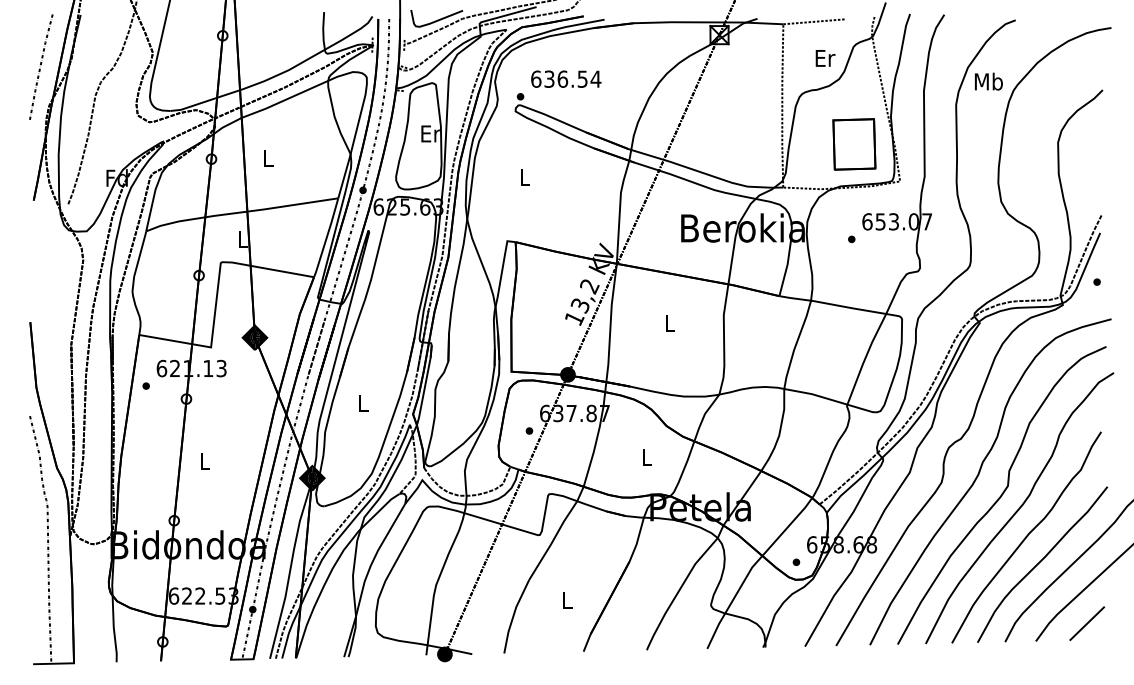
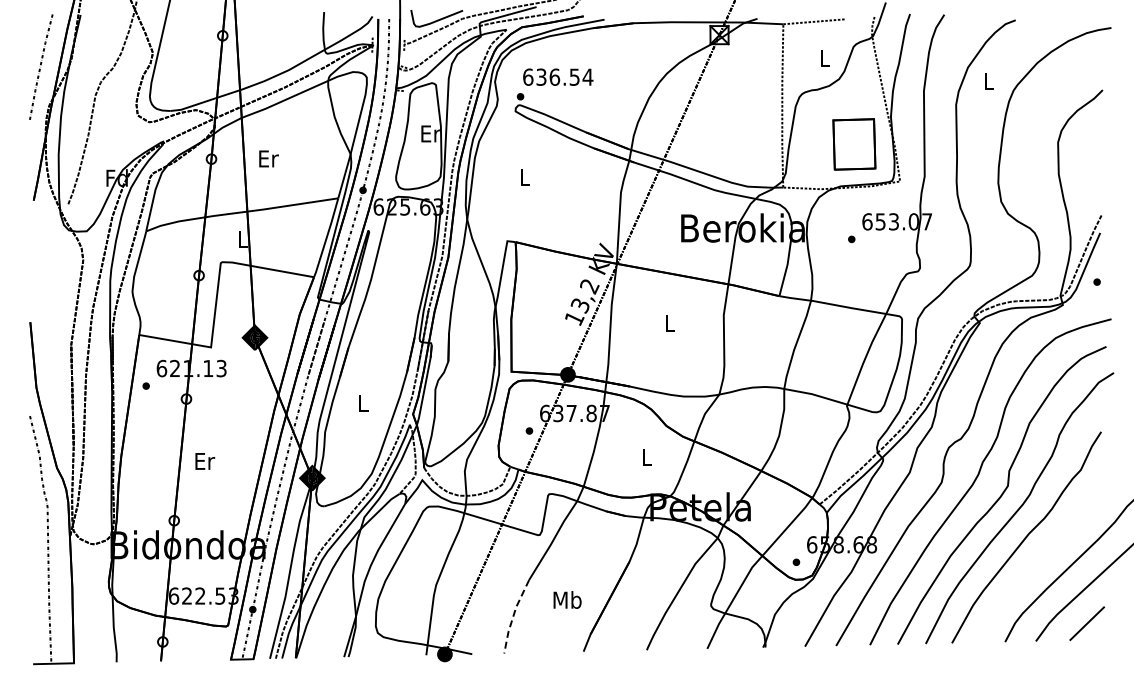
text at (825, 58): Er -> L
text at (566, 78) position: (566, 78) -> (558, 76)
text at (988, 81): Mb -> L
text at (268, 158): L -> Er
text at (205, 461): L -> Er
curve at (1040, 562): present -> none
text at (567, 599): L -> Mb
line at (513, 616): solid -> dashed
